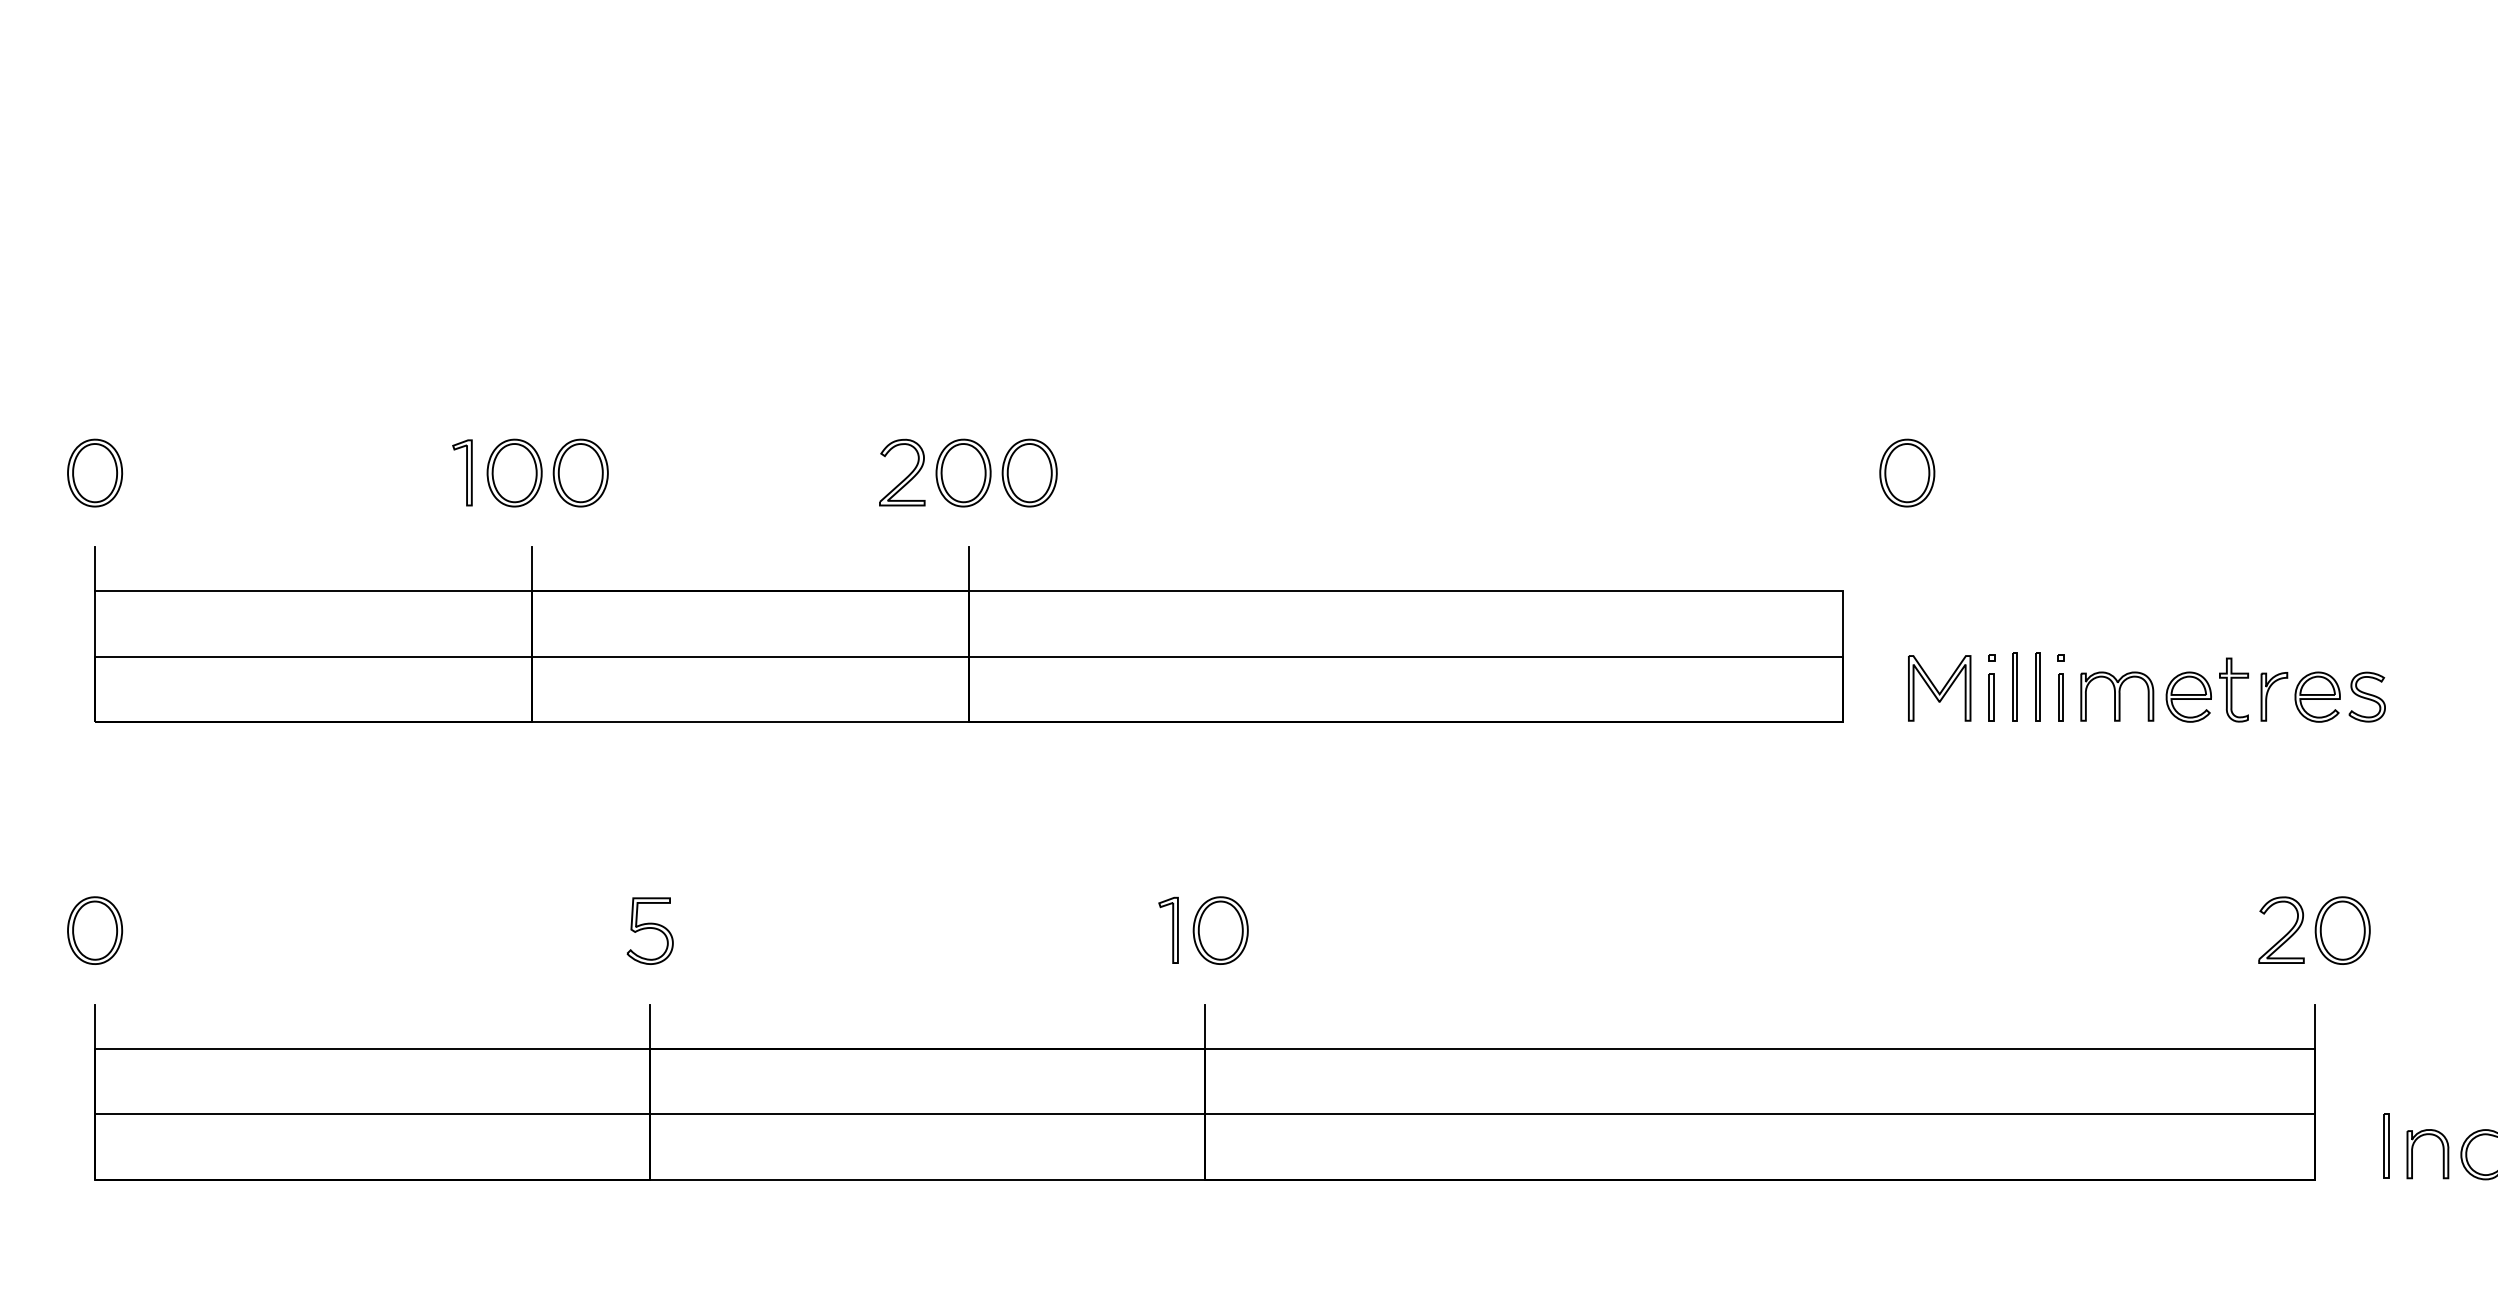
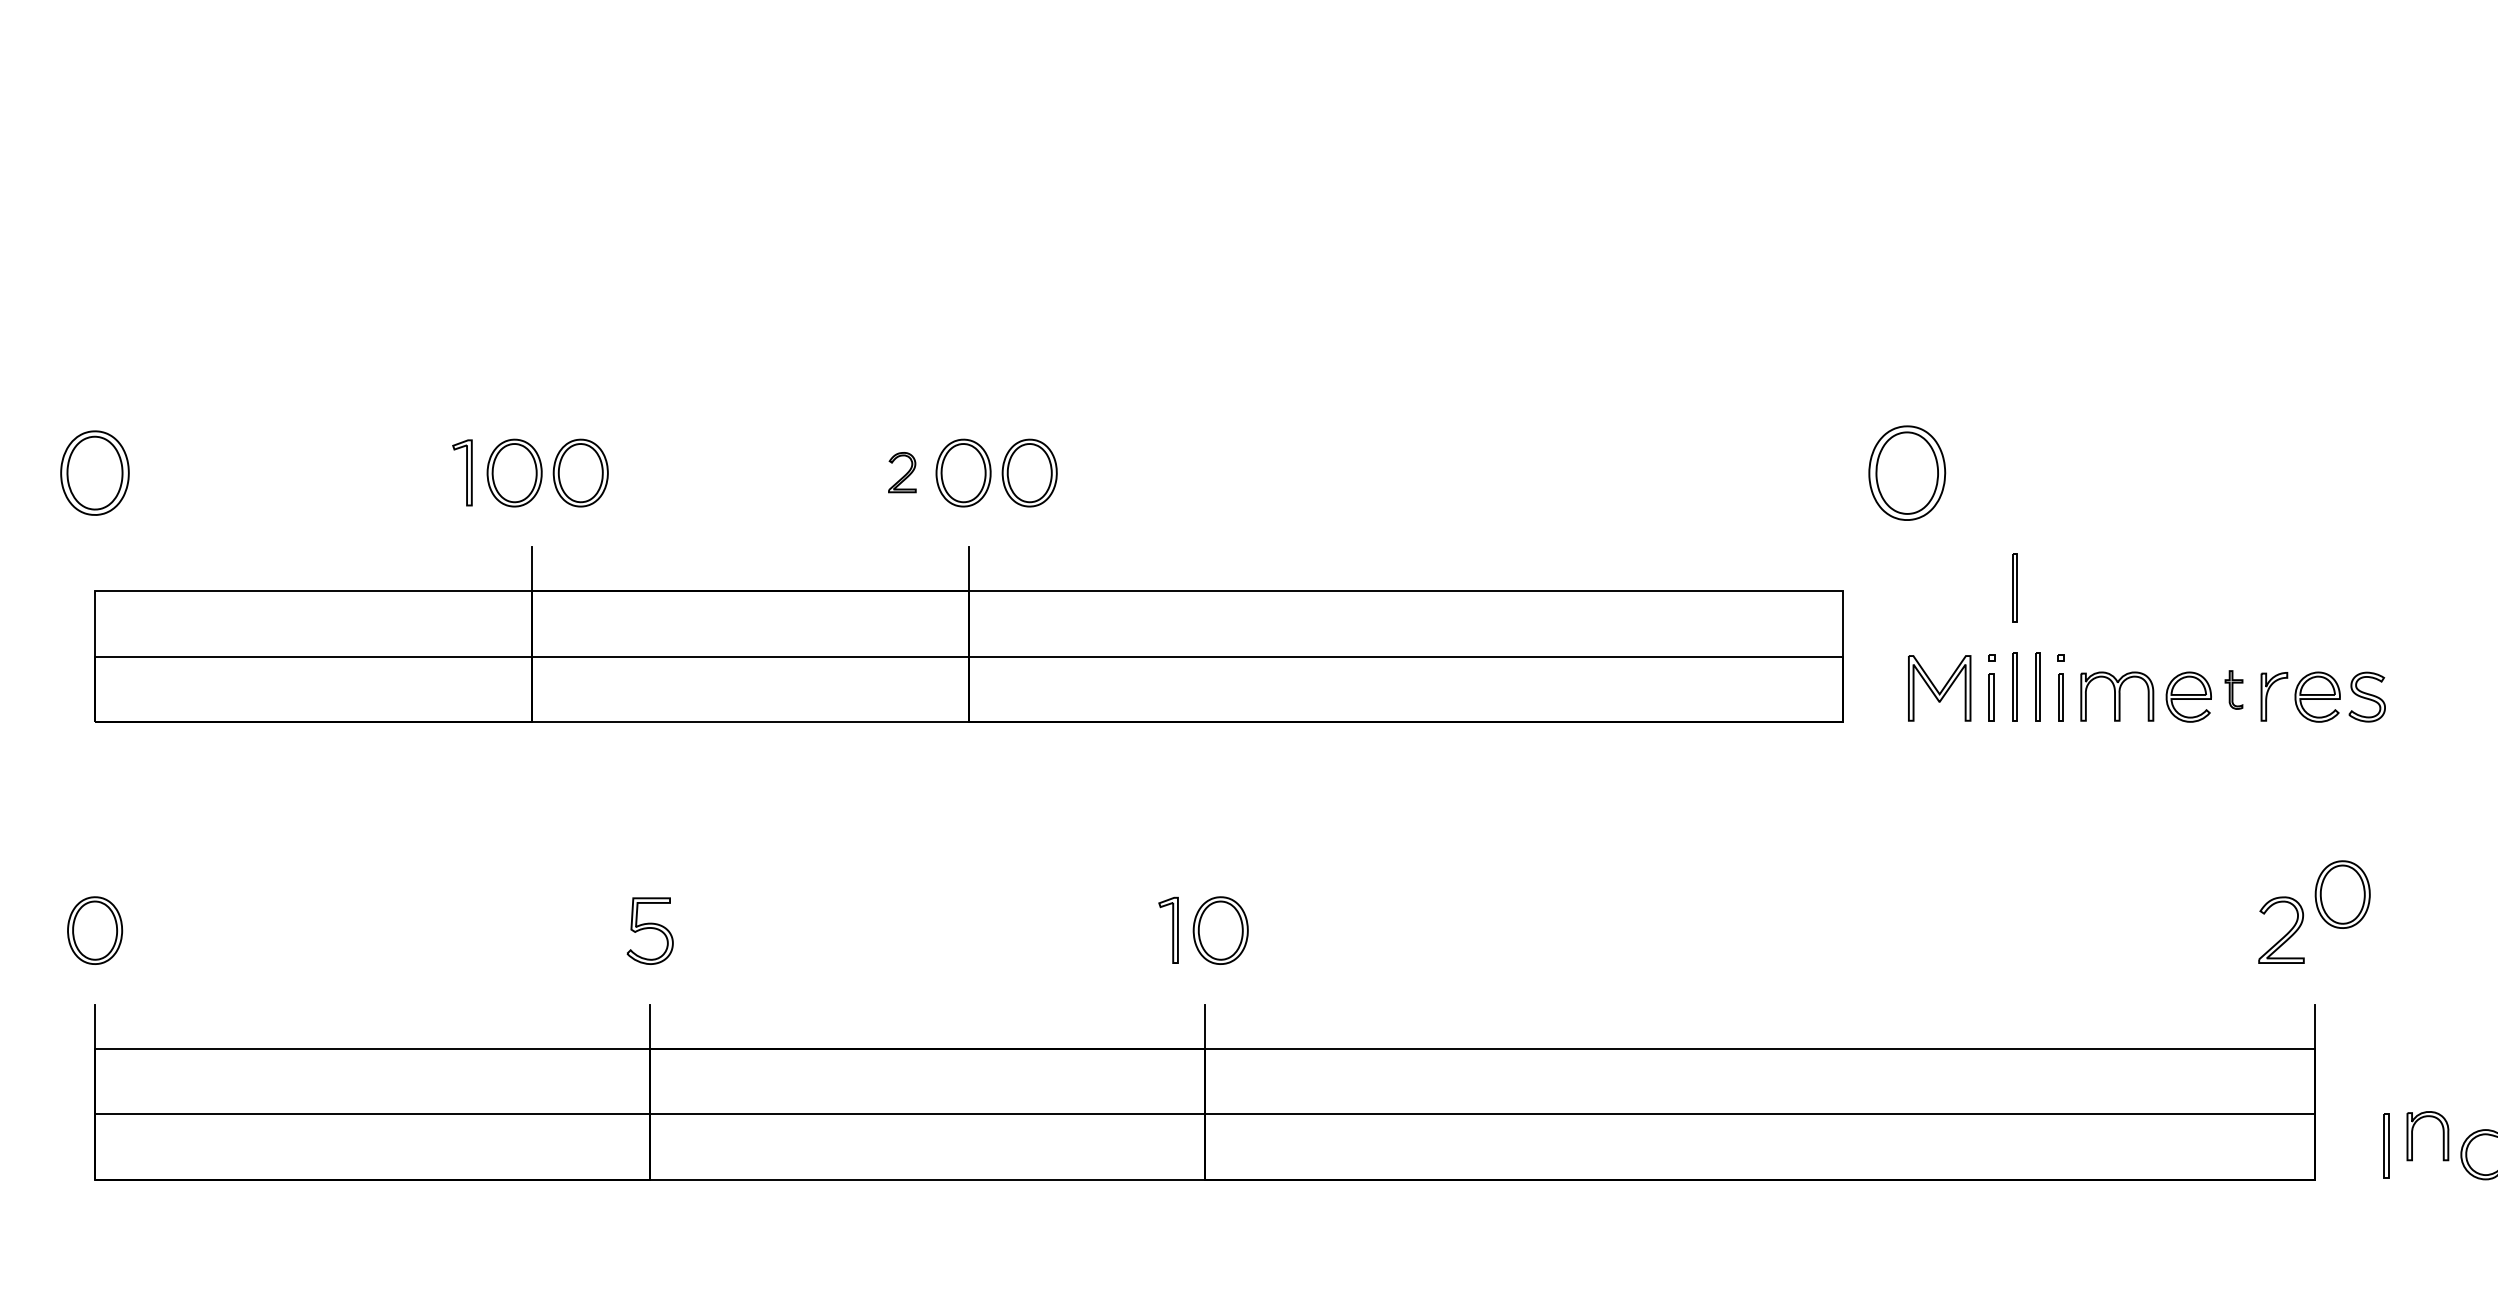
part at (95, 472) size: 57x70 px -> 70x86 px
part at (902, 472) size: 47x69 px -> 29x42 px
part at (1907, 472) size: 57x70 px -> 79x96 px
line at (95, 569): present -> none
part at (2014, 587): none -> present
part at (2233, 689) size: 30x66 px -> 20x40 px
part at (2342, 930) position: (2342, 930) -> (2342, 894)
part at (2412, 1154) position: (2412, 1154) -> (2412, 1136)
